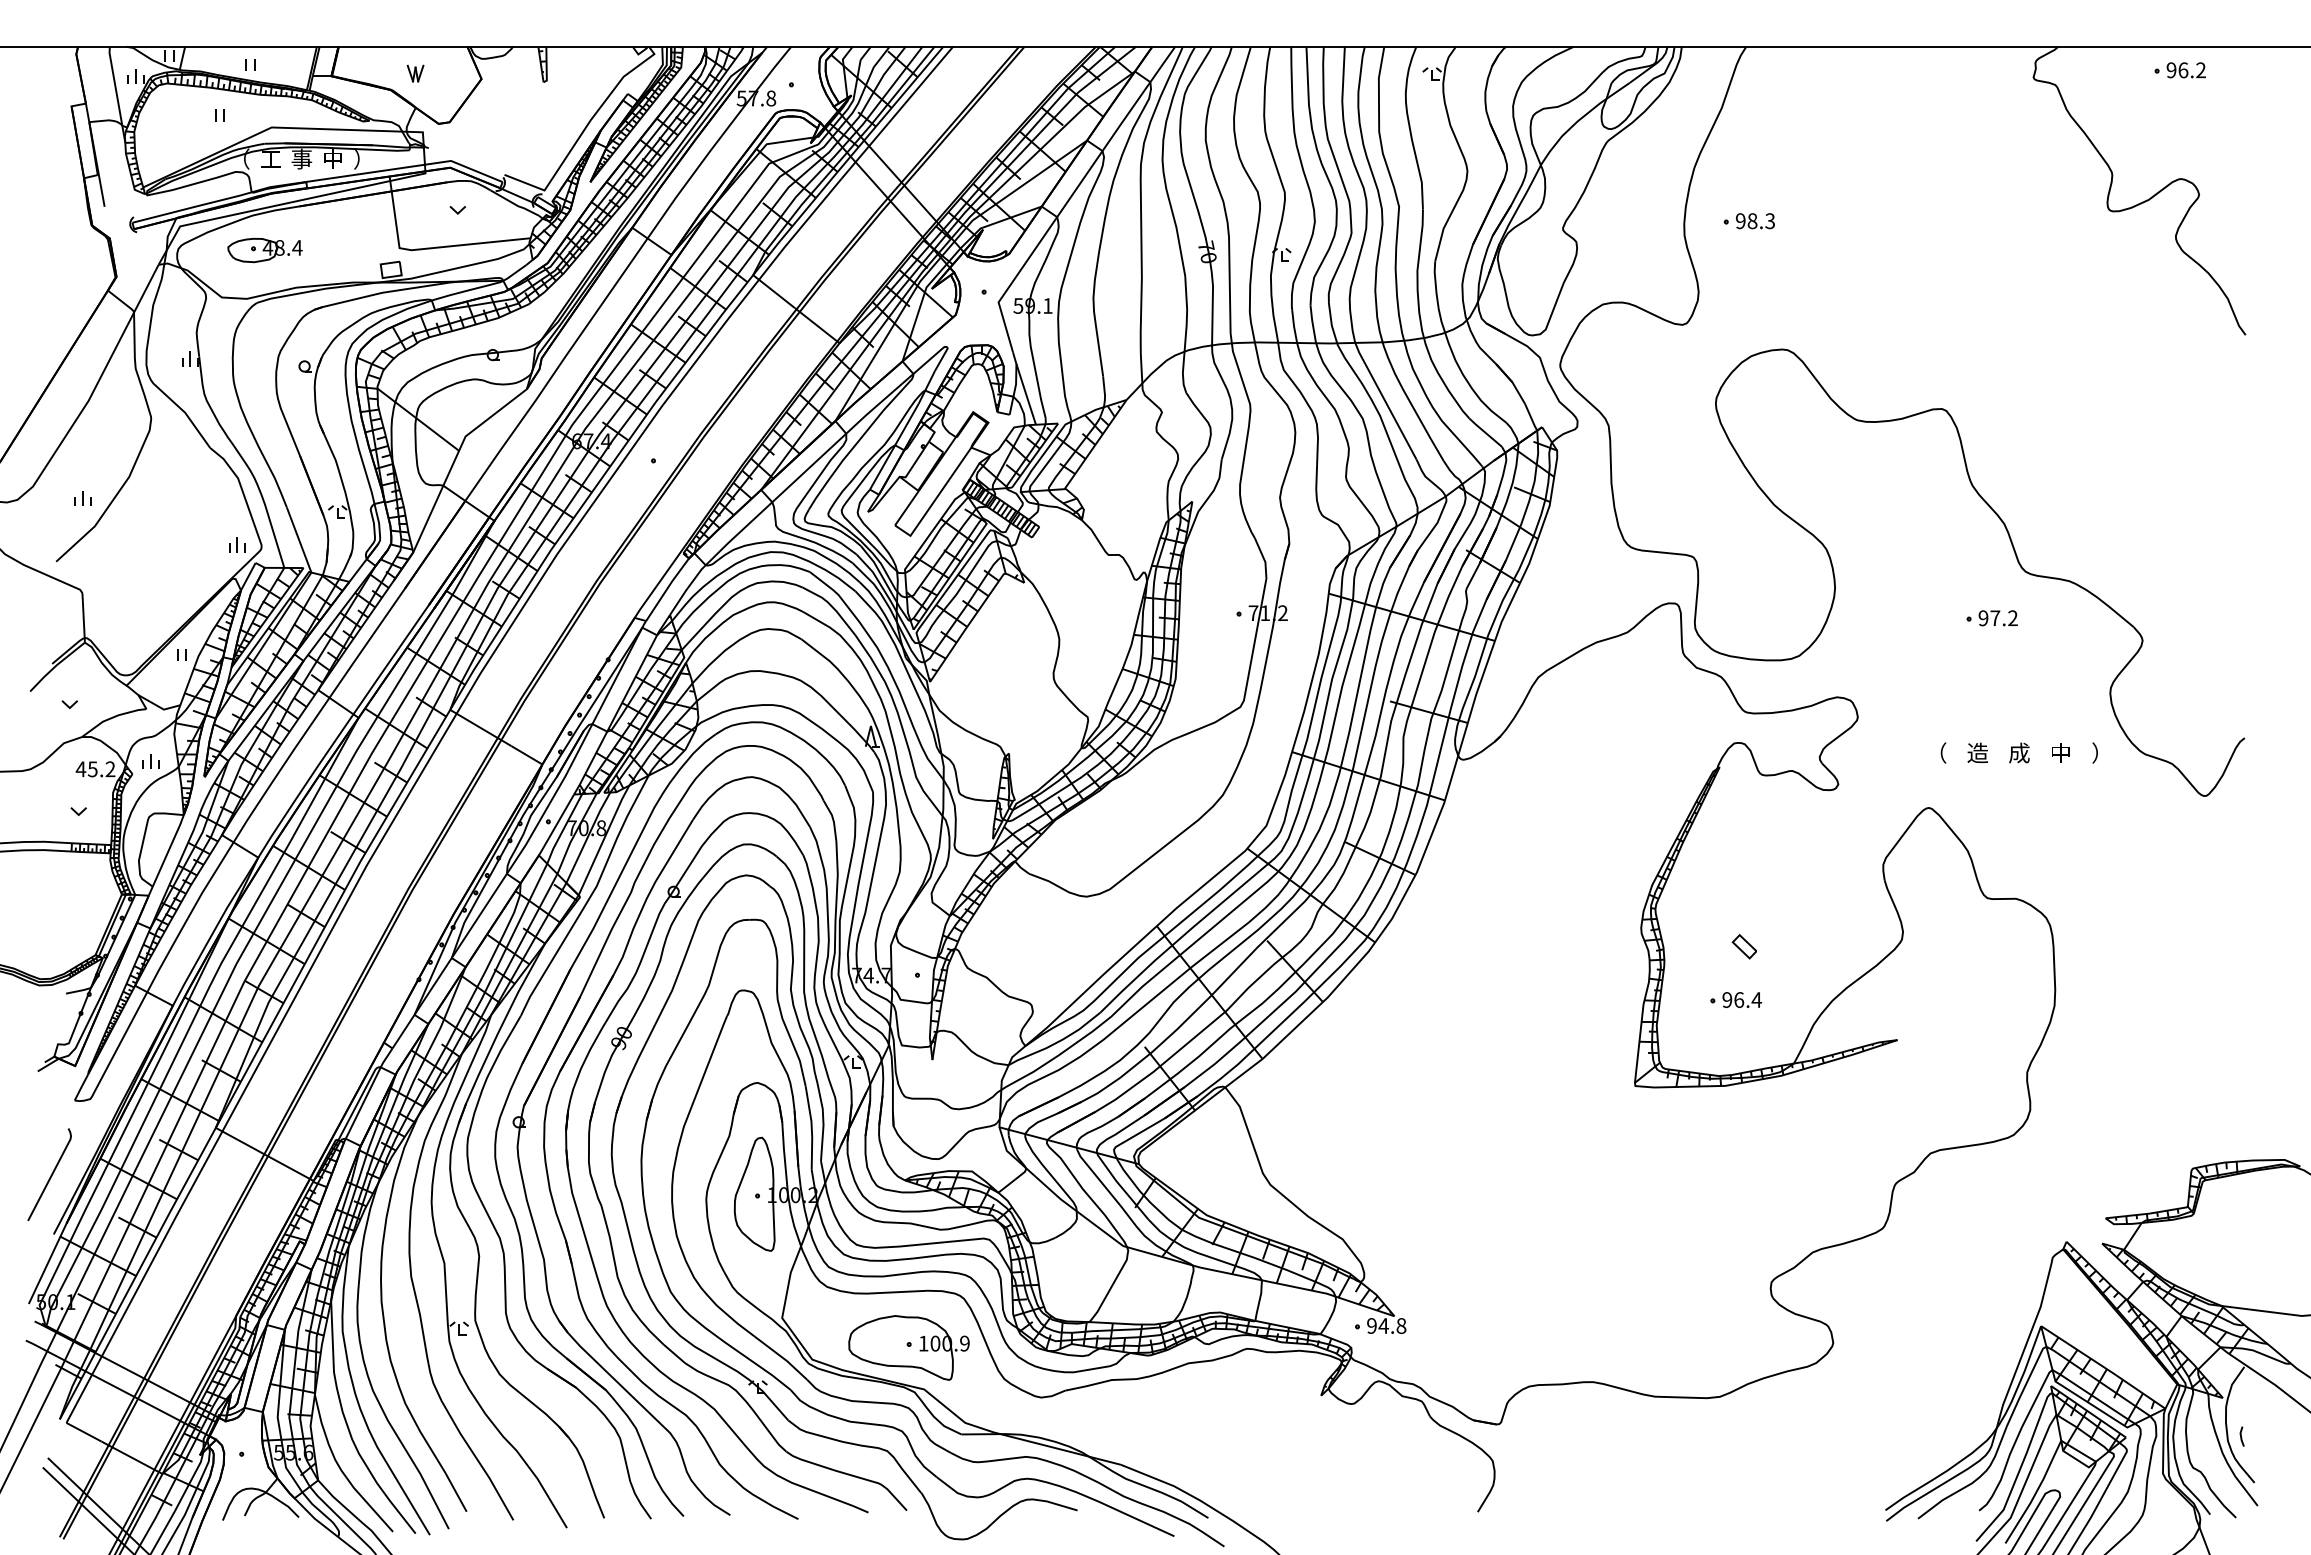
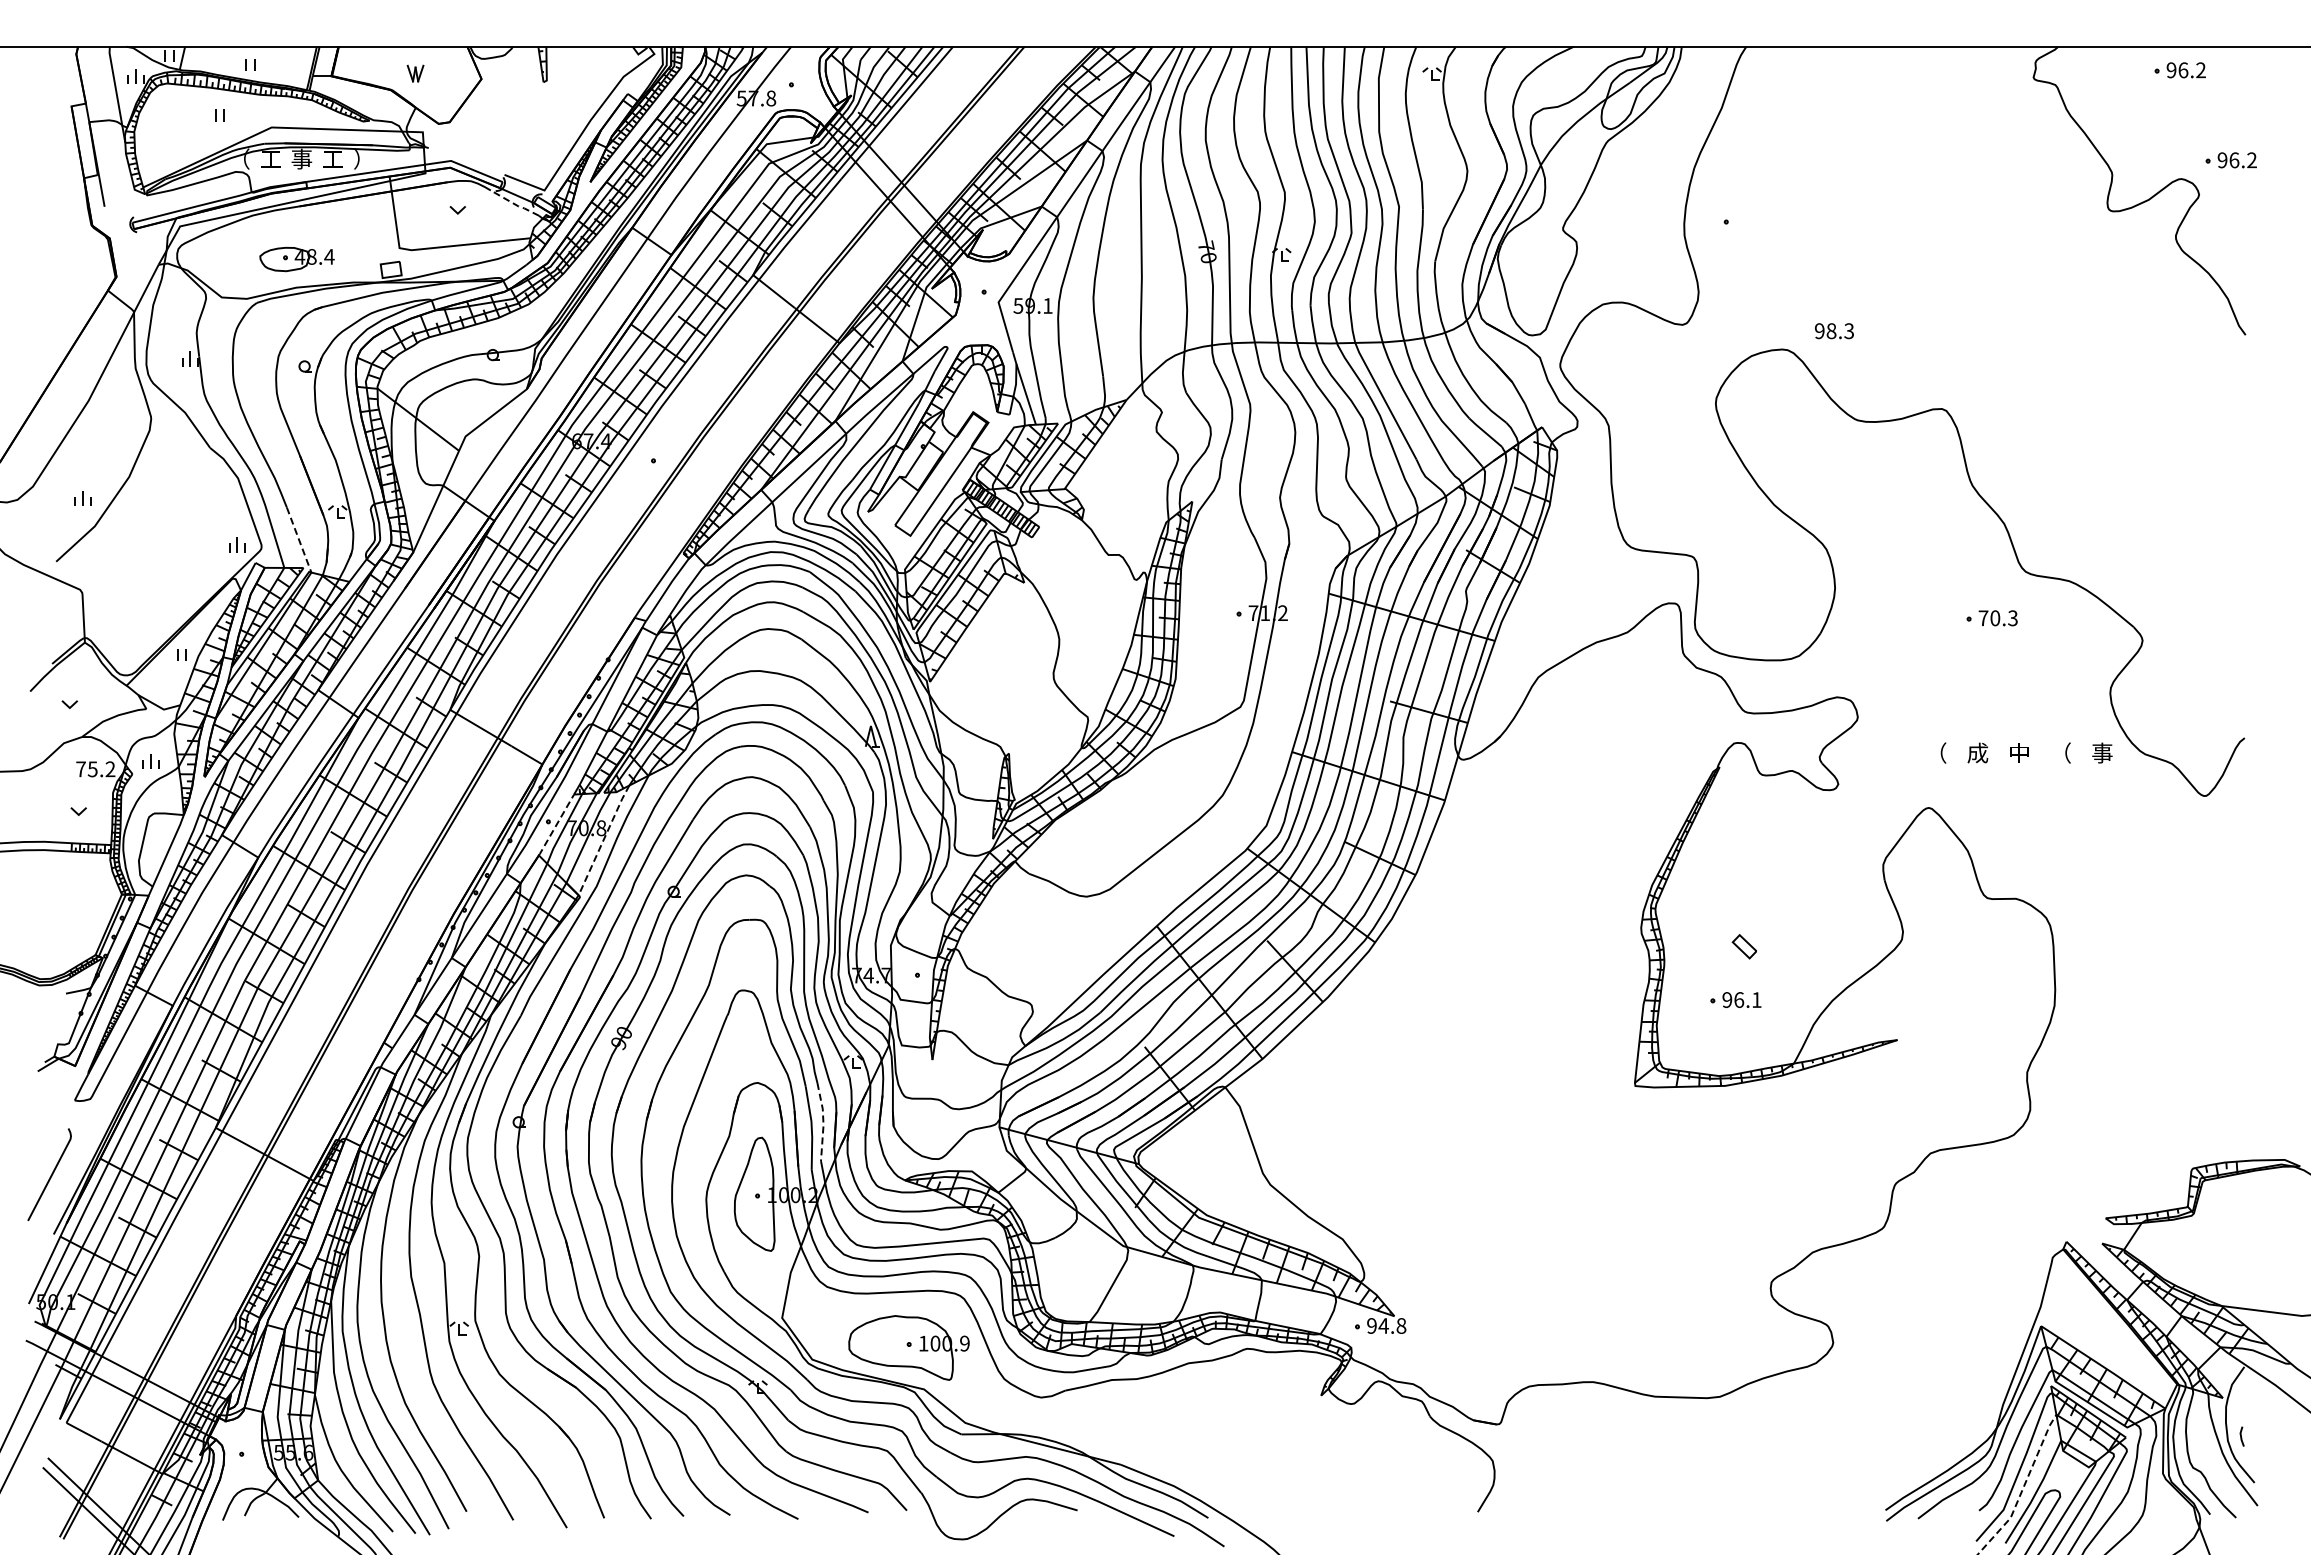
text at (332, 158): 中 -> 工
part at (2230, 160): none -> present
line at (515, 204): solid -> dashed
text at (1755, 221) position: (1755, 221) -> (1834, 331)
part at (264, 250) position: (264, 250) -> (296, 259)
line at (299, 540): solid -> dashed
text at (1997, 618): 97.2 -> 70.3
text at (1977, 752): 造 -> 成
text at (2019, 752): 成 -> 中
text at (2061, 752): 中 -> （
text at (2102, 752): ） -> 事
text at (80, 769): 45.2 -> 75.2
line at (556, 825): solid -> dashed
line at (603, 839): solid -> dashed
text at (1756, 999): 96.4 -> 96.1
line at (823, 1121): solid -> dashed
line at (2023, 1487): solid -> dashed
